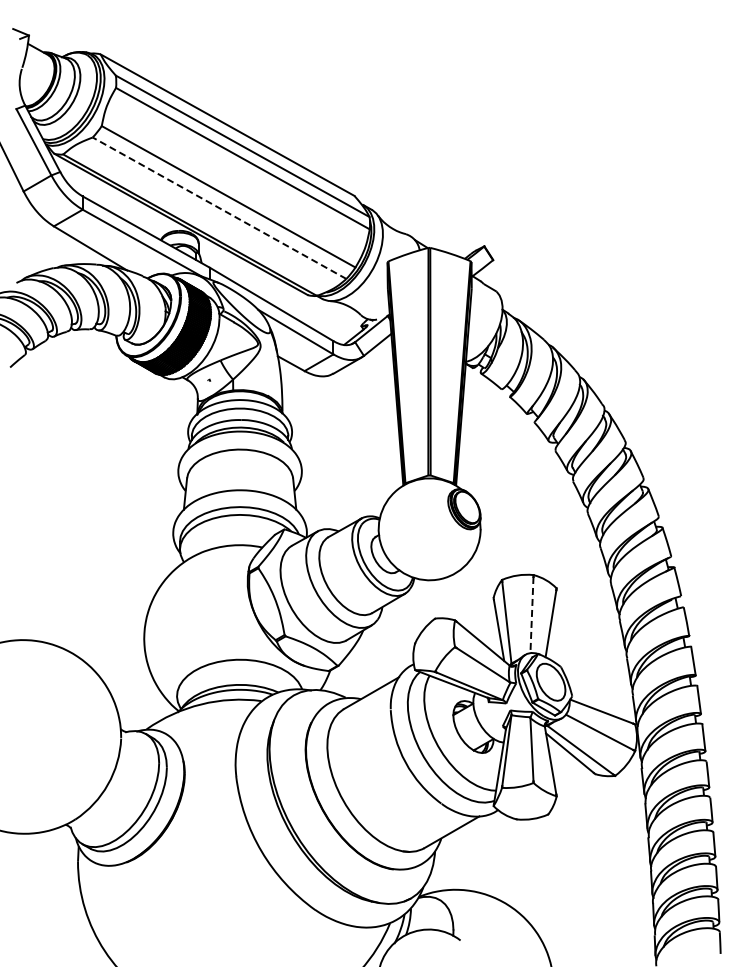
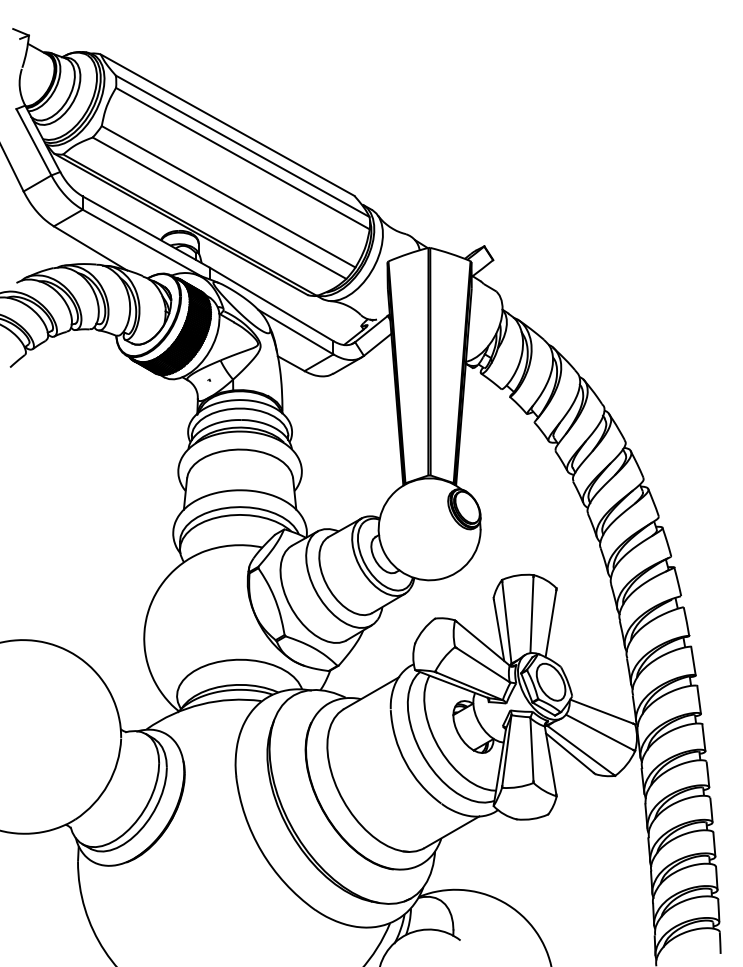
line at (219, 208): dashed -> solid
line at (531, 615): dashed -> solid
